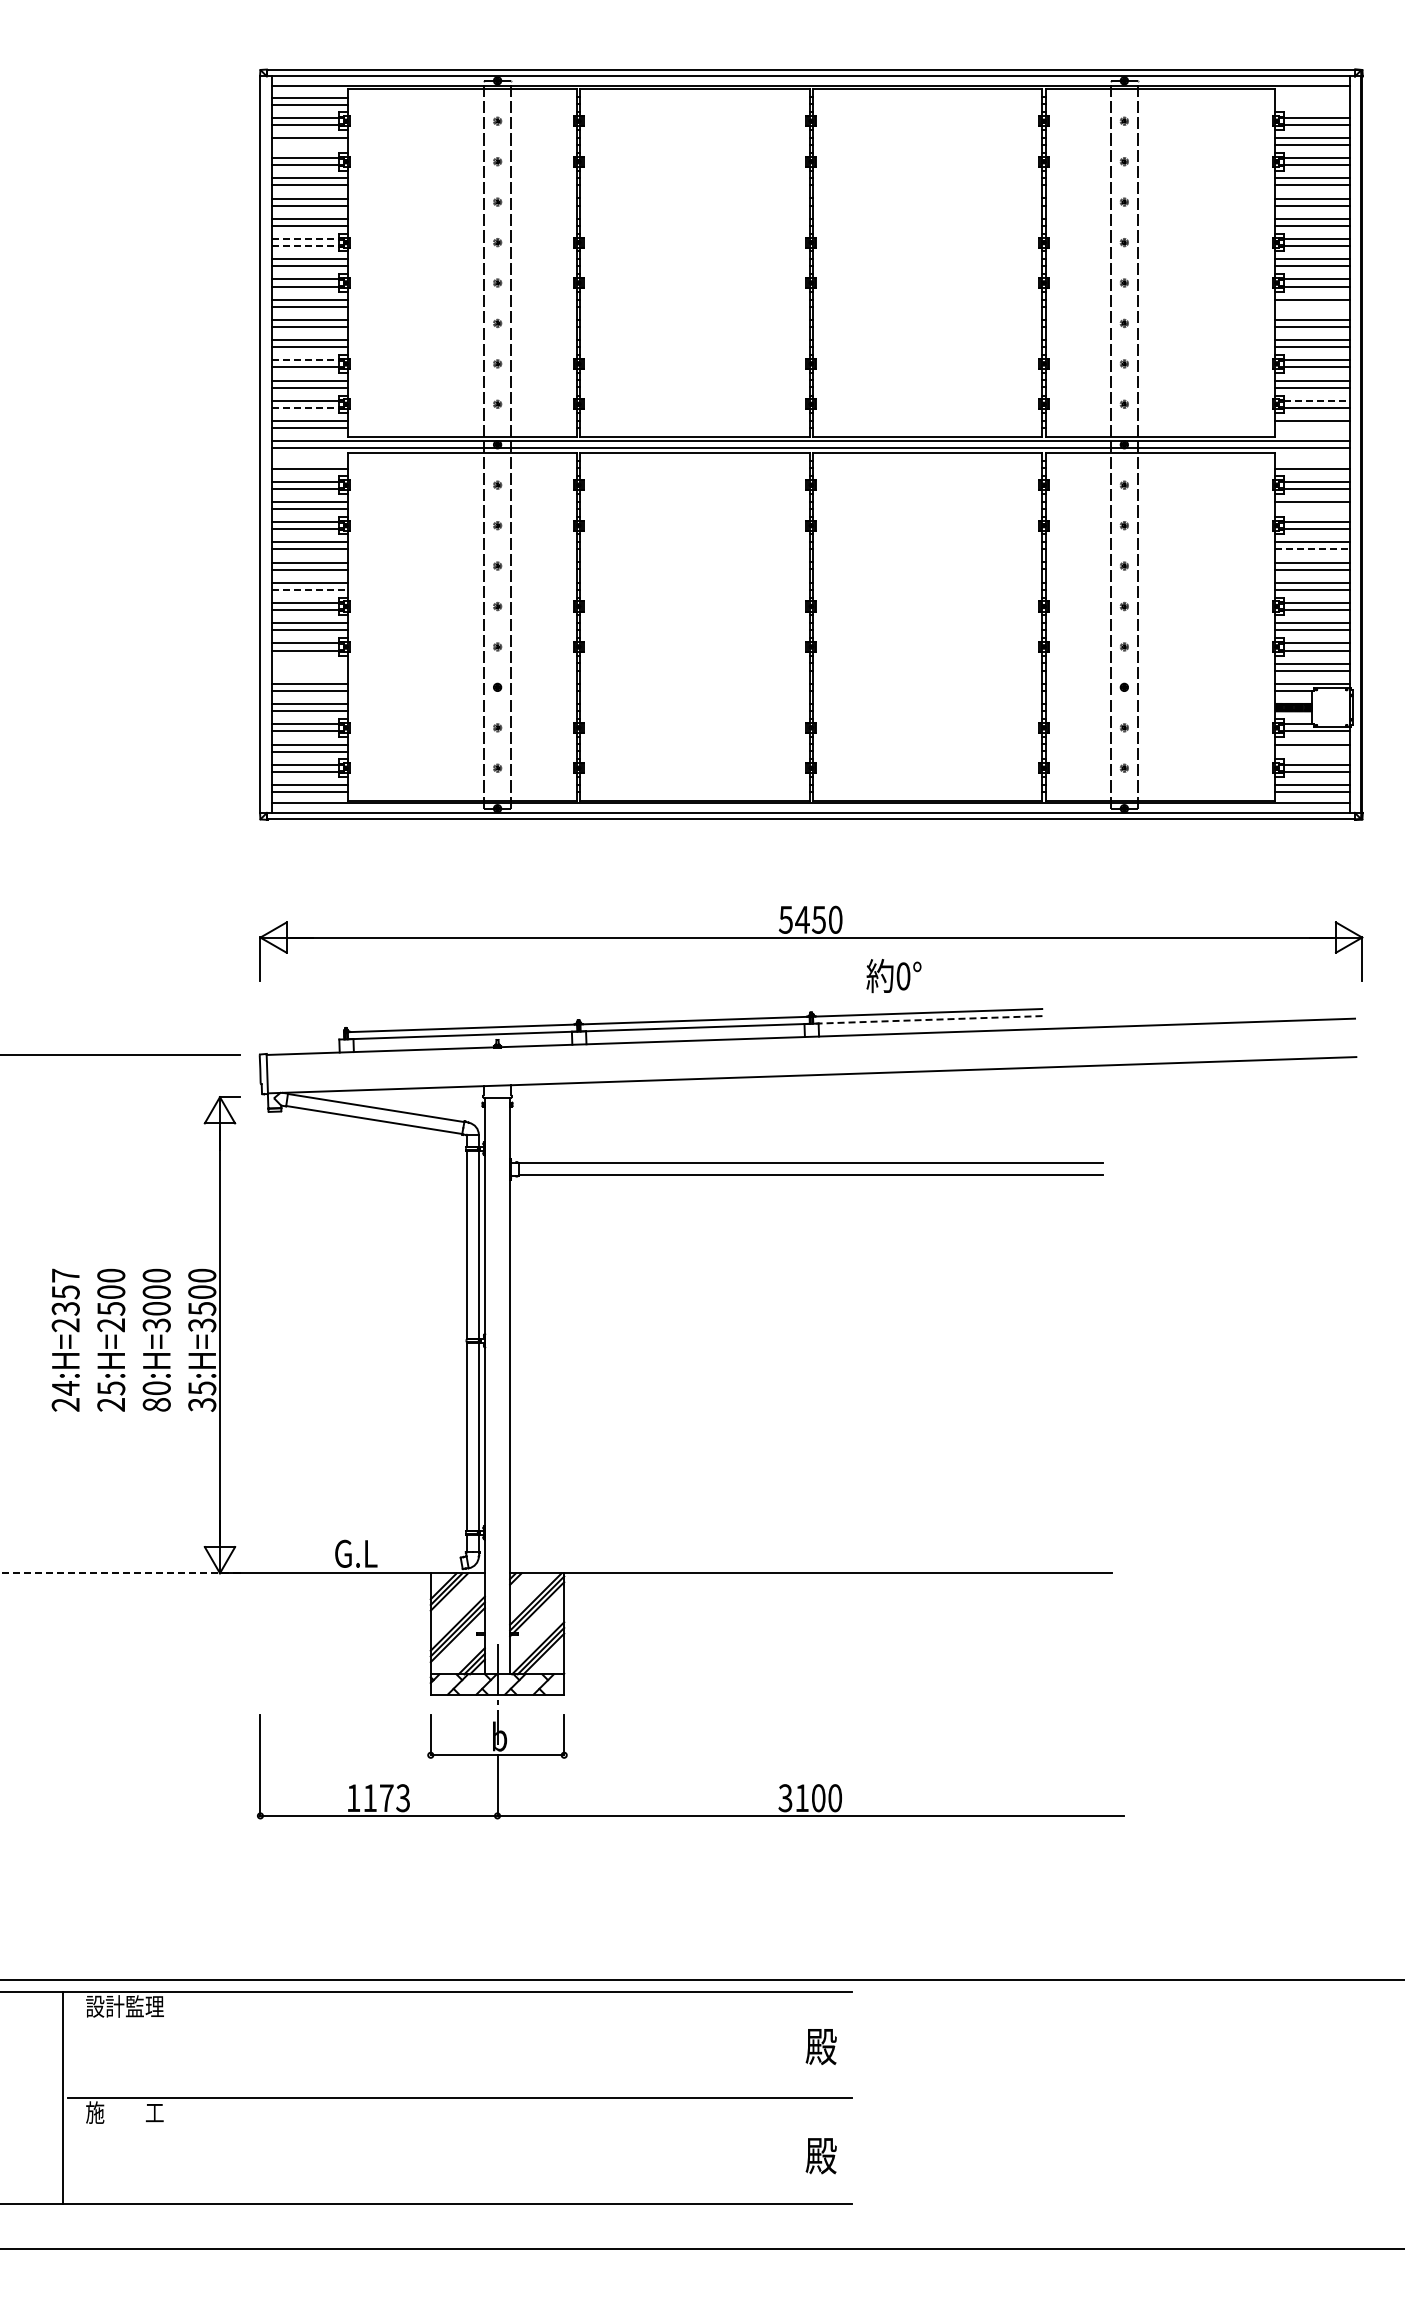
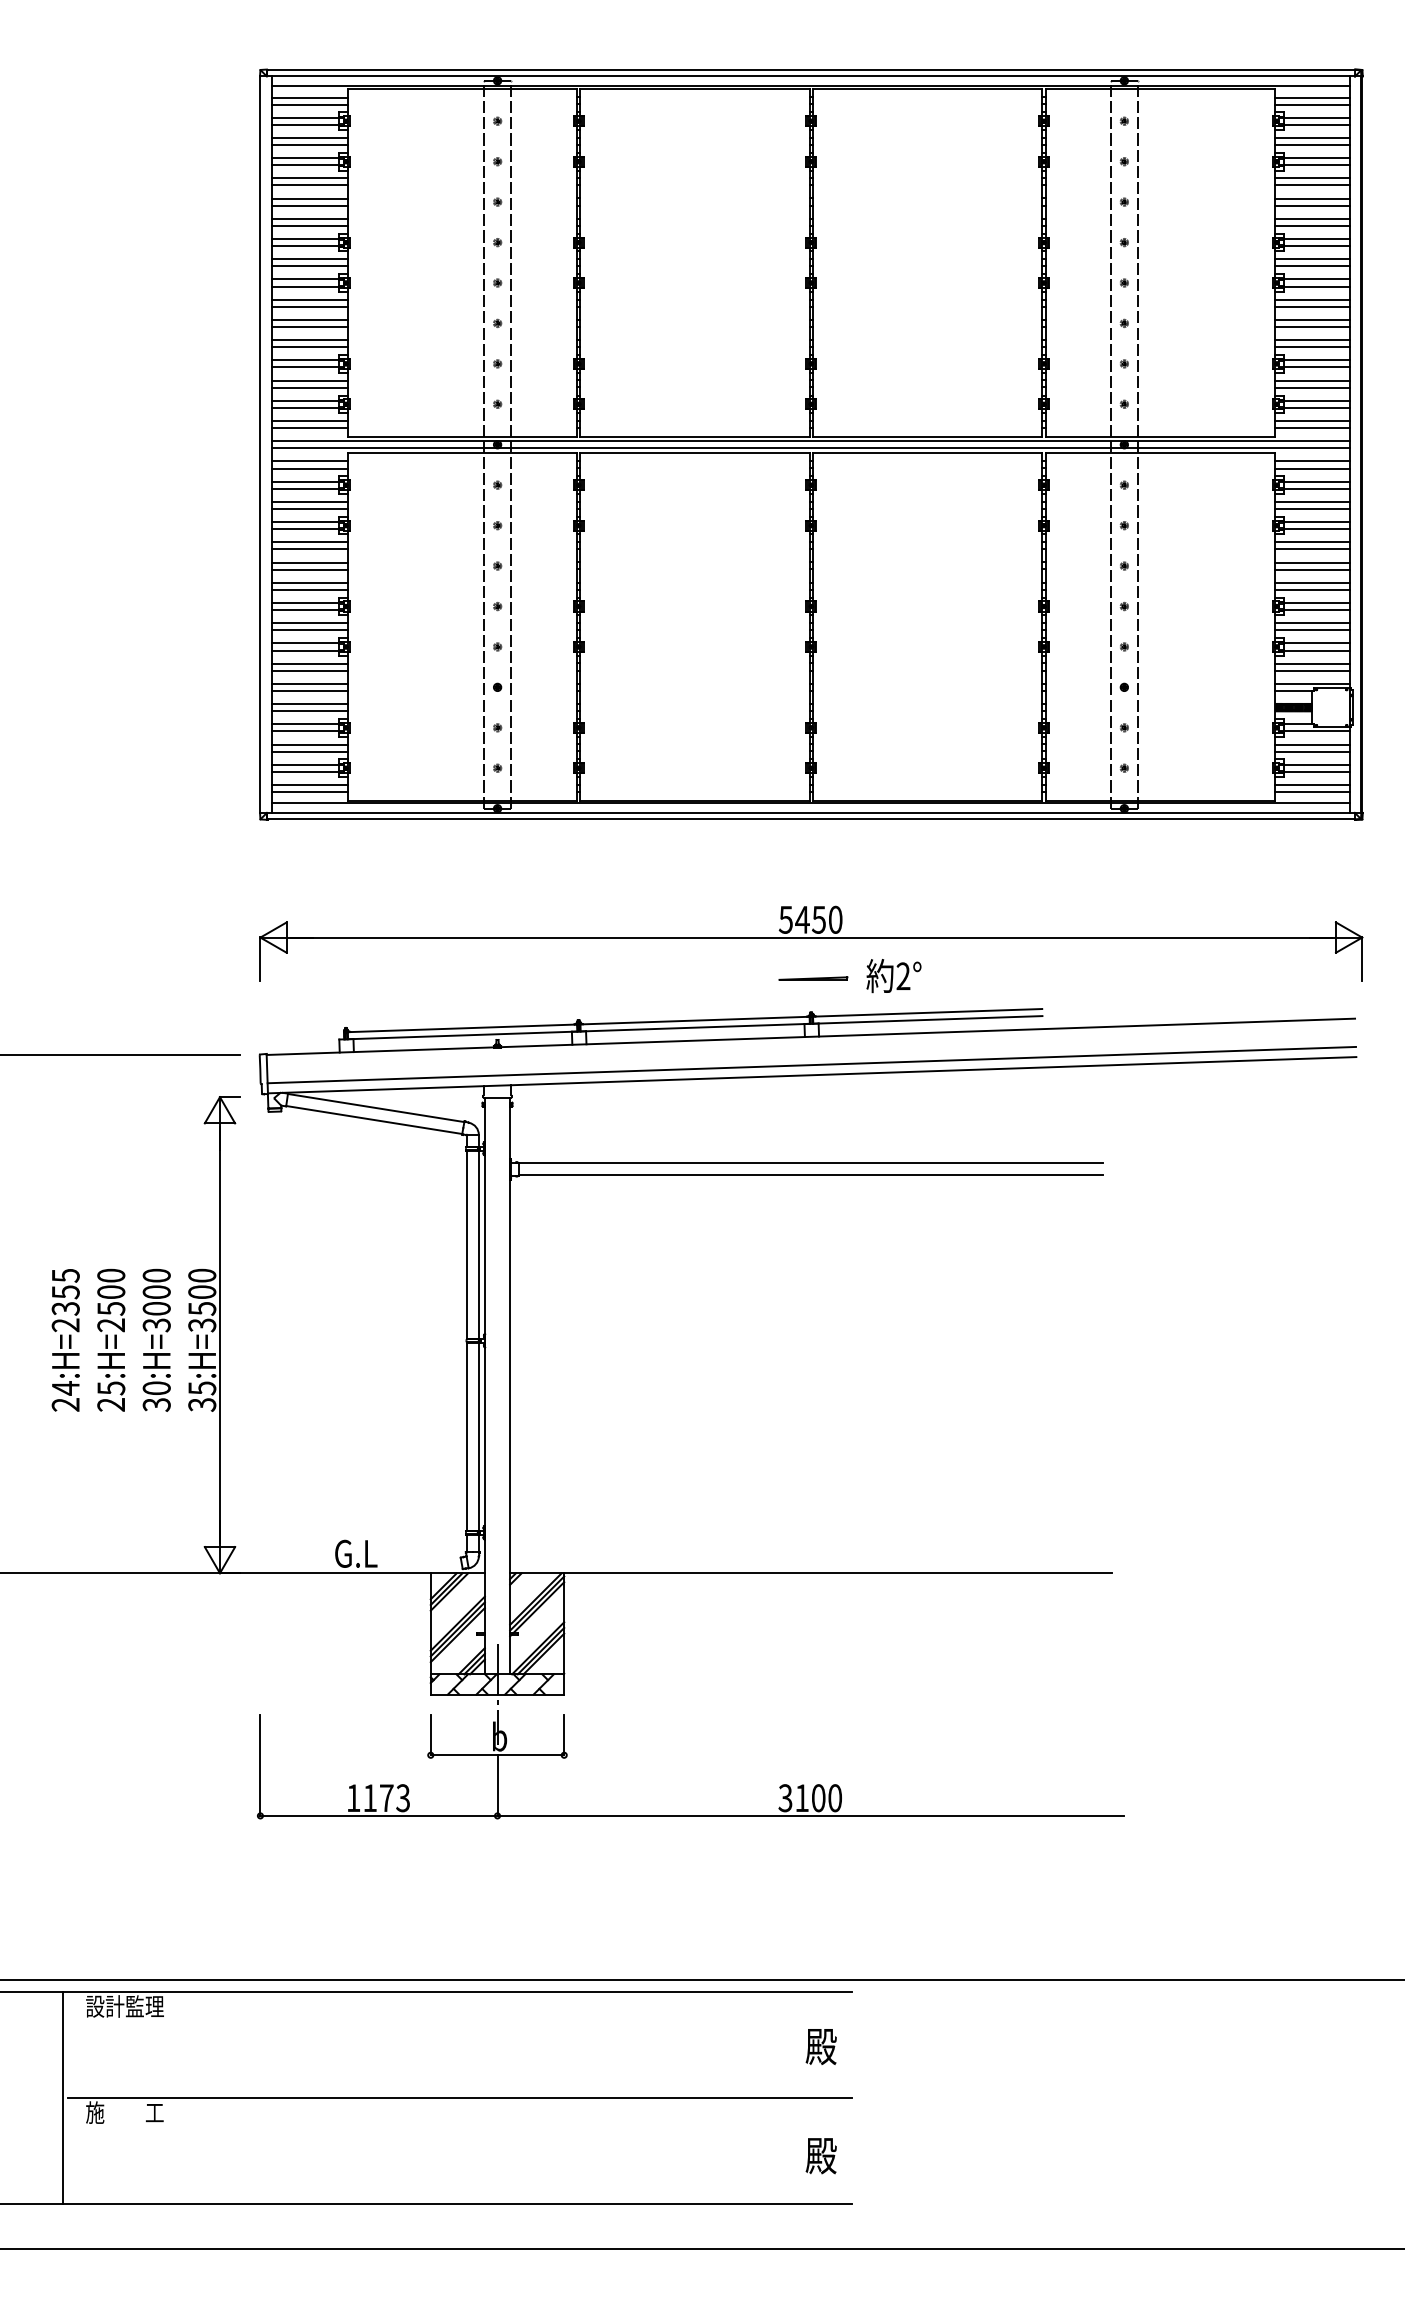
line at (1312, 97): none -> present
line at (1312, 104): none -> present
line at (309, 145): none -> present
line at (305, 239): dashed -> solid
line at (305, 246): dashed -> solid
line at (1312, 306): none -> present
line at (305, 360): dashed -> solid
line at (1316, 400): dashed -> solid
line at (305, 407): dashed -> solid
line at (1312, 428): none -> present
line at (309, 461): none -> present
line at (1312, 461): none -> present
line at (1312, 508): none -> present
line at (1312, 549): dashed -> solid
line at (309, 589): dashed -> solid
line at (309, 663): none -> present
line at (309, 670): none -> present
line at (1312, 751): none -> present
text at (903, 976): 0° -> 2°
line at (813, 978): none -> present
line at (927, 1019): dashed -> solid
line at (811, 1064): none -> present
text at (65, 1275): 24:H=2357 -> 24:H=2355
text at (156, 1404): 80:H=3000 -> 30:H=3000
line at (119, 1573): dashed -> solid
